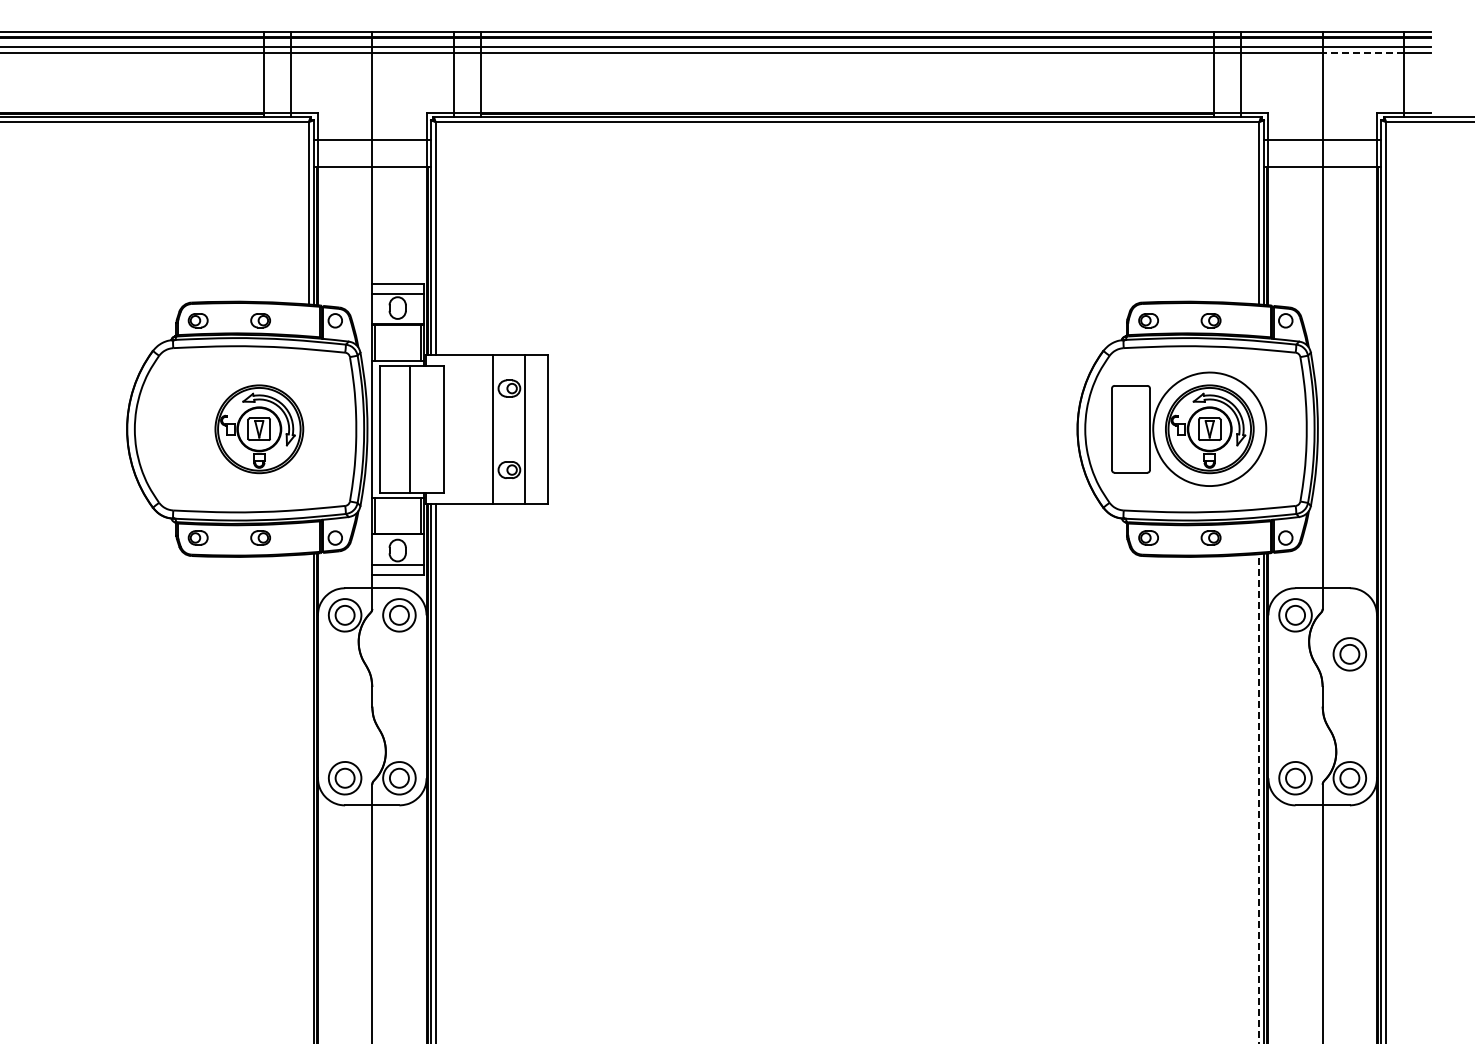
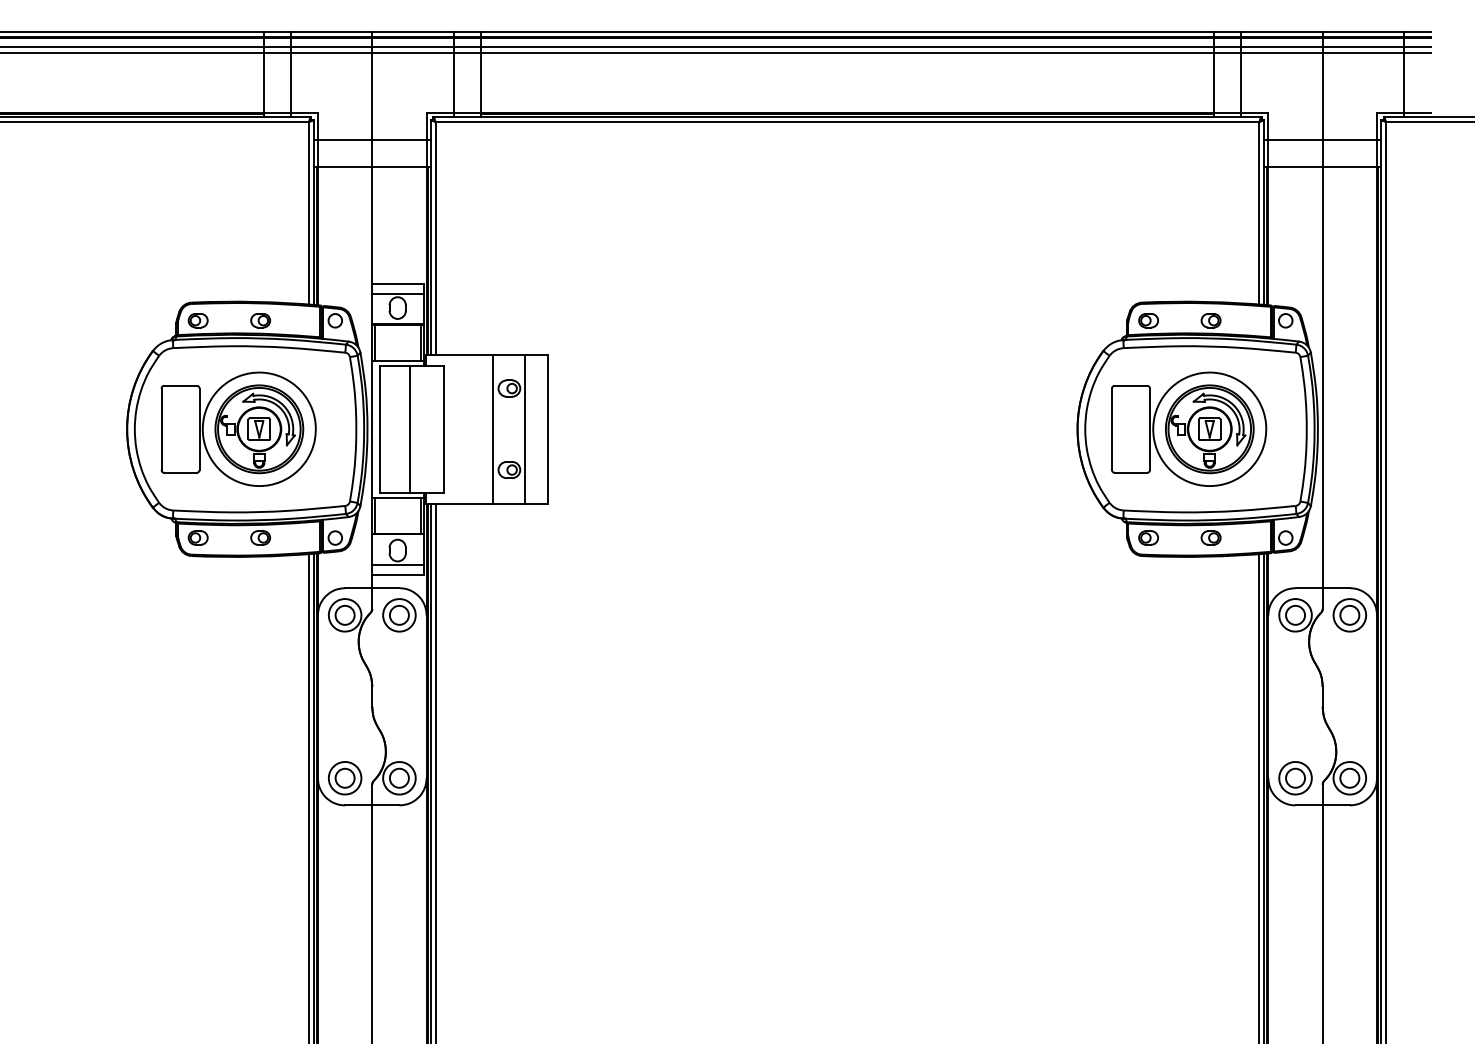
line at (1363, 52): dashed -> solid
part at (238, 428): none -> present
part at (1349, 654) position: (1349, 654) -> (1349, 615)
line at (309, 797): none -> present
line at (1259, 798): dashed -> solid
